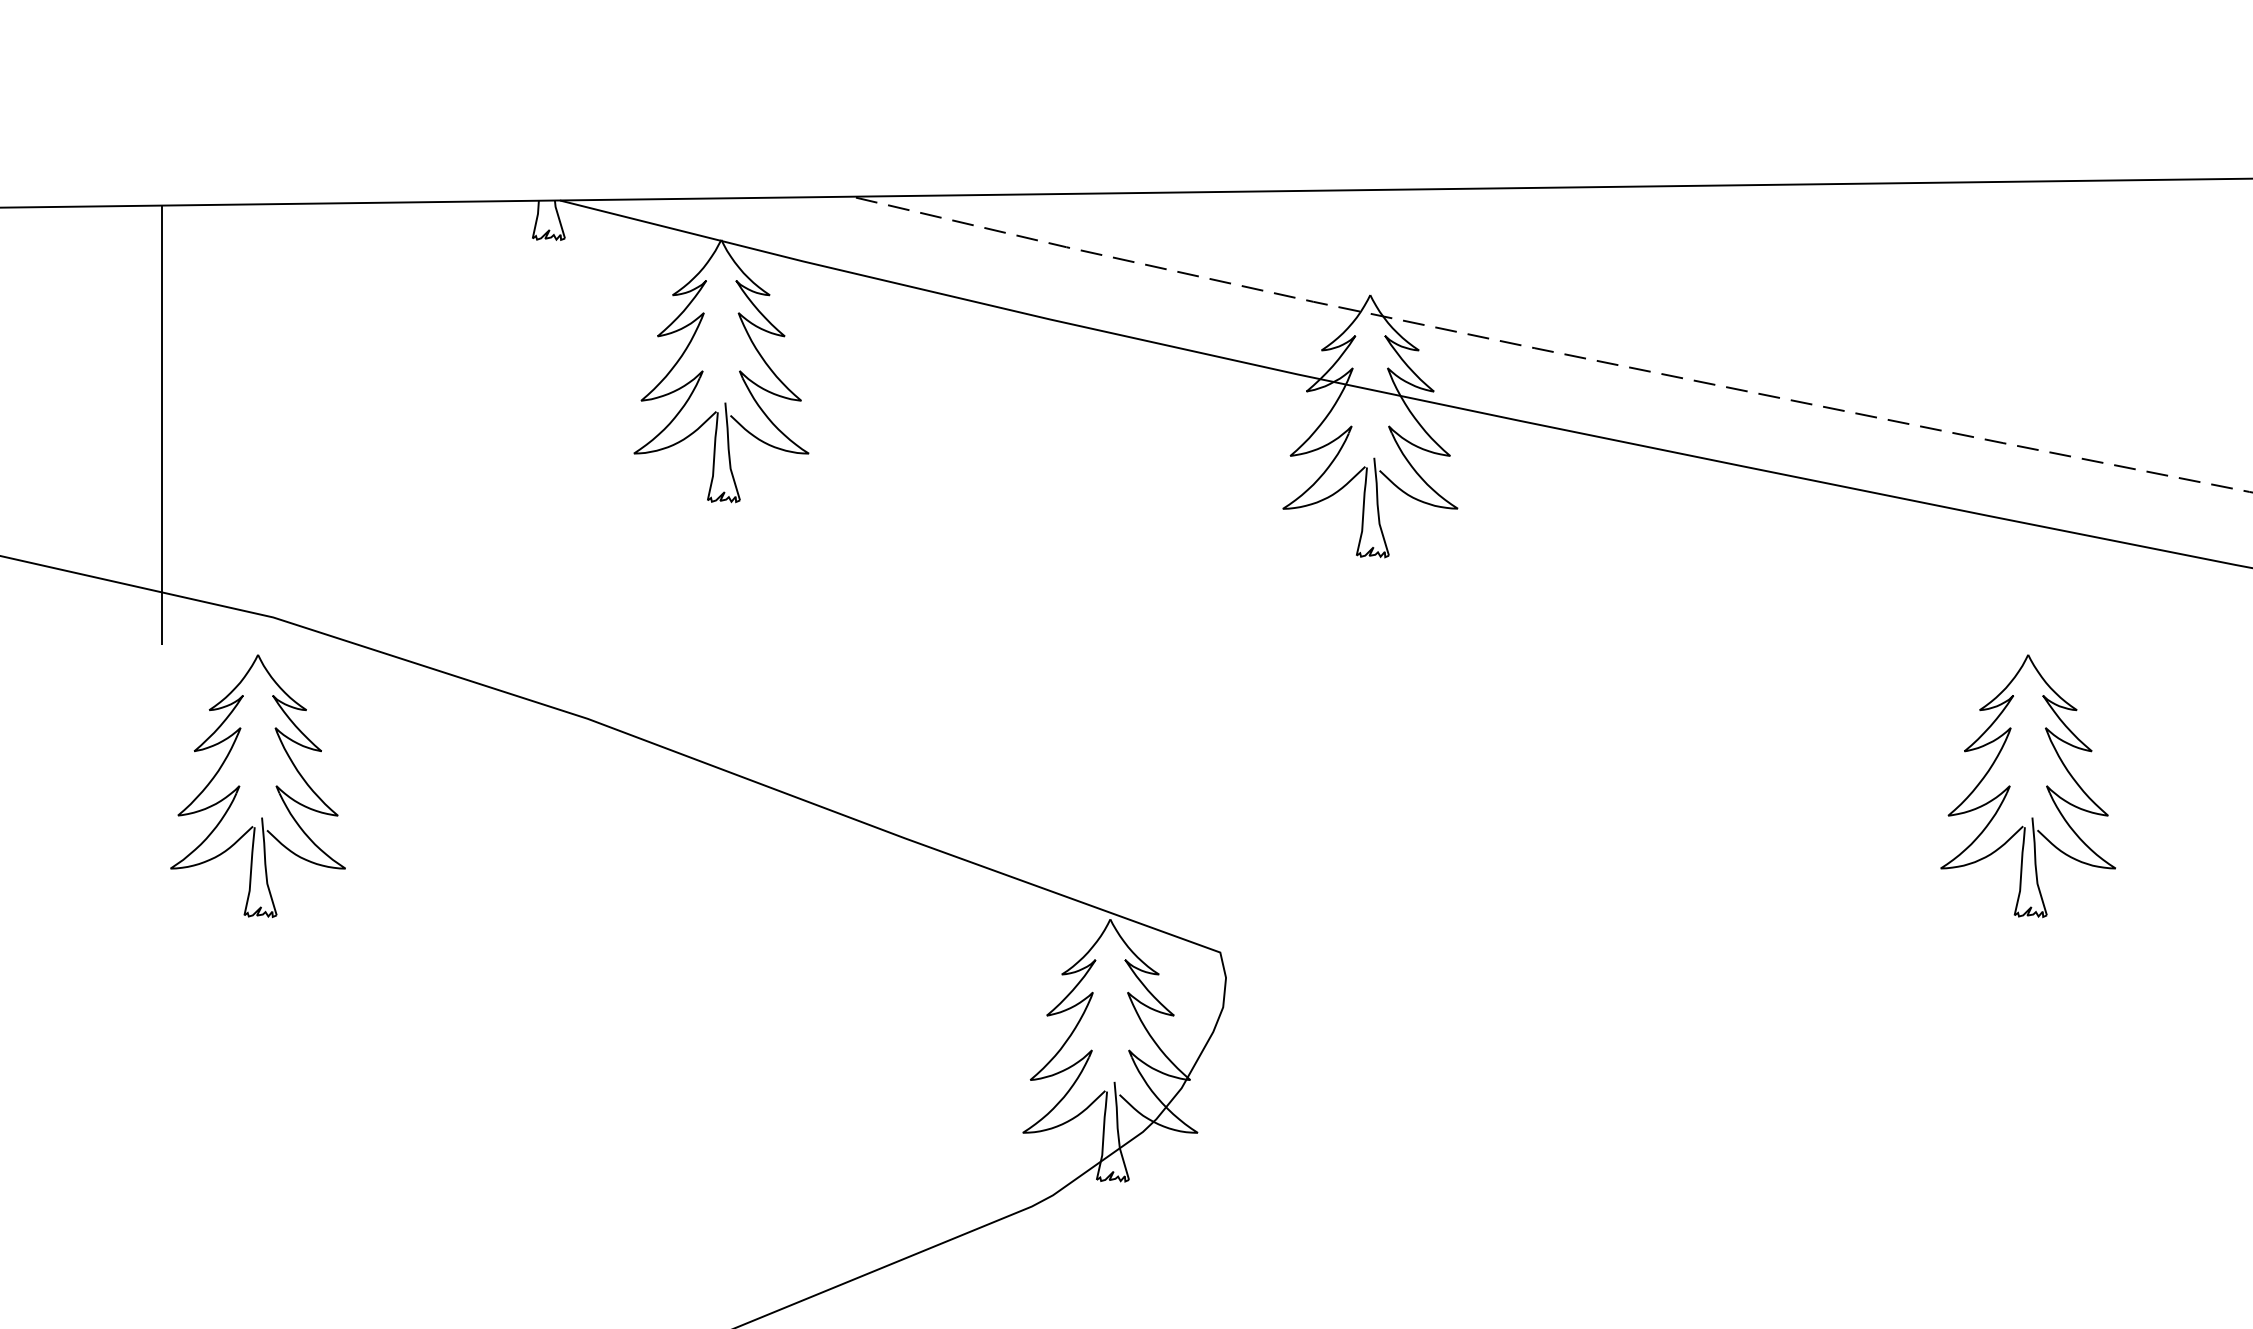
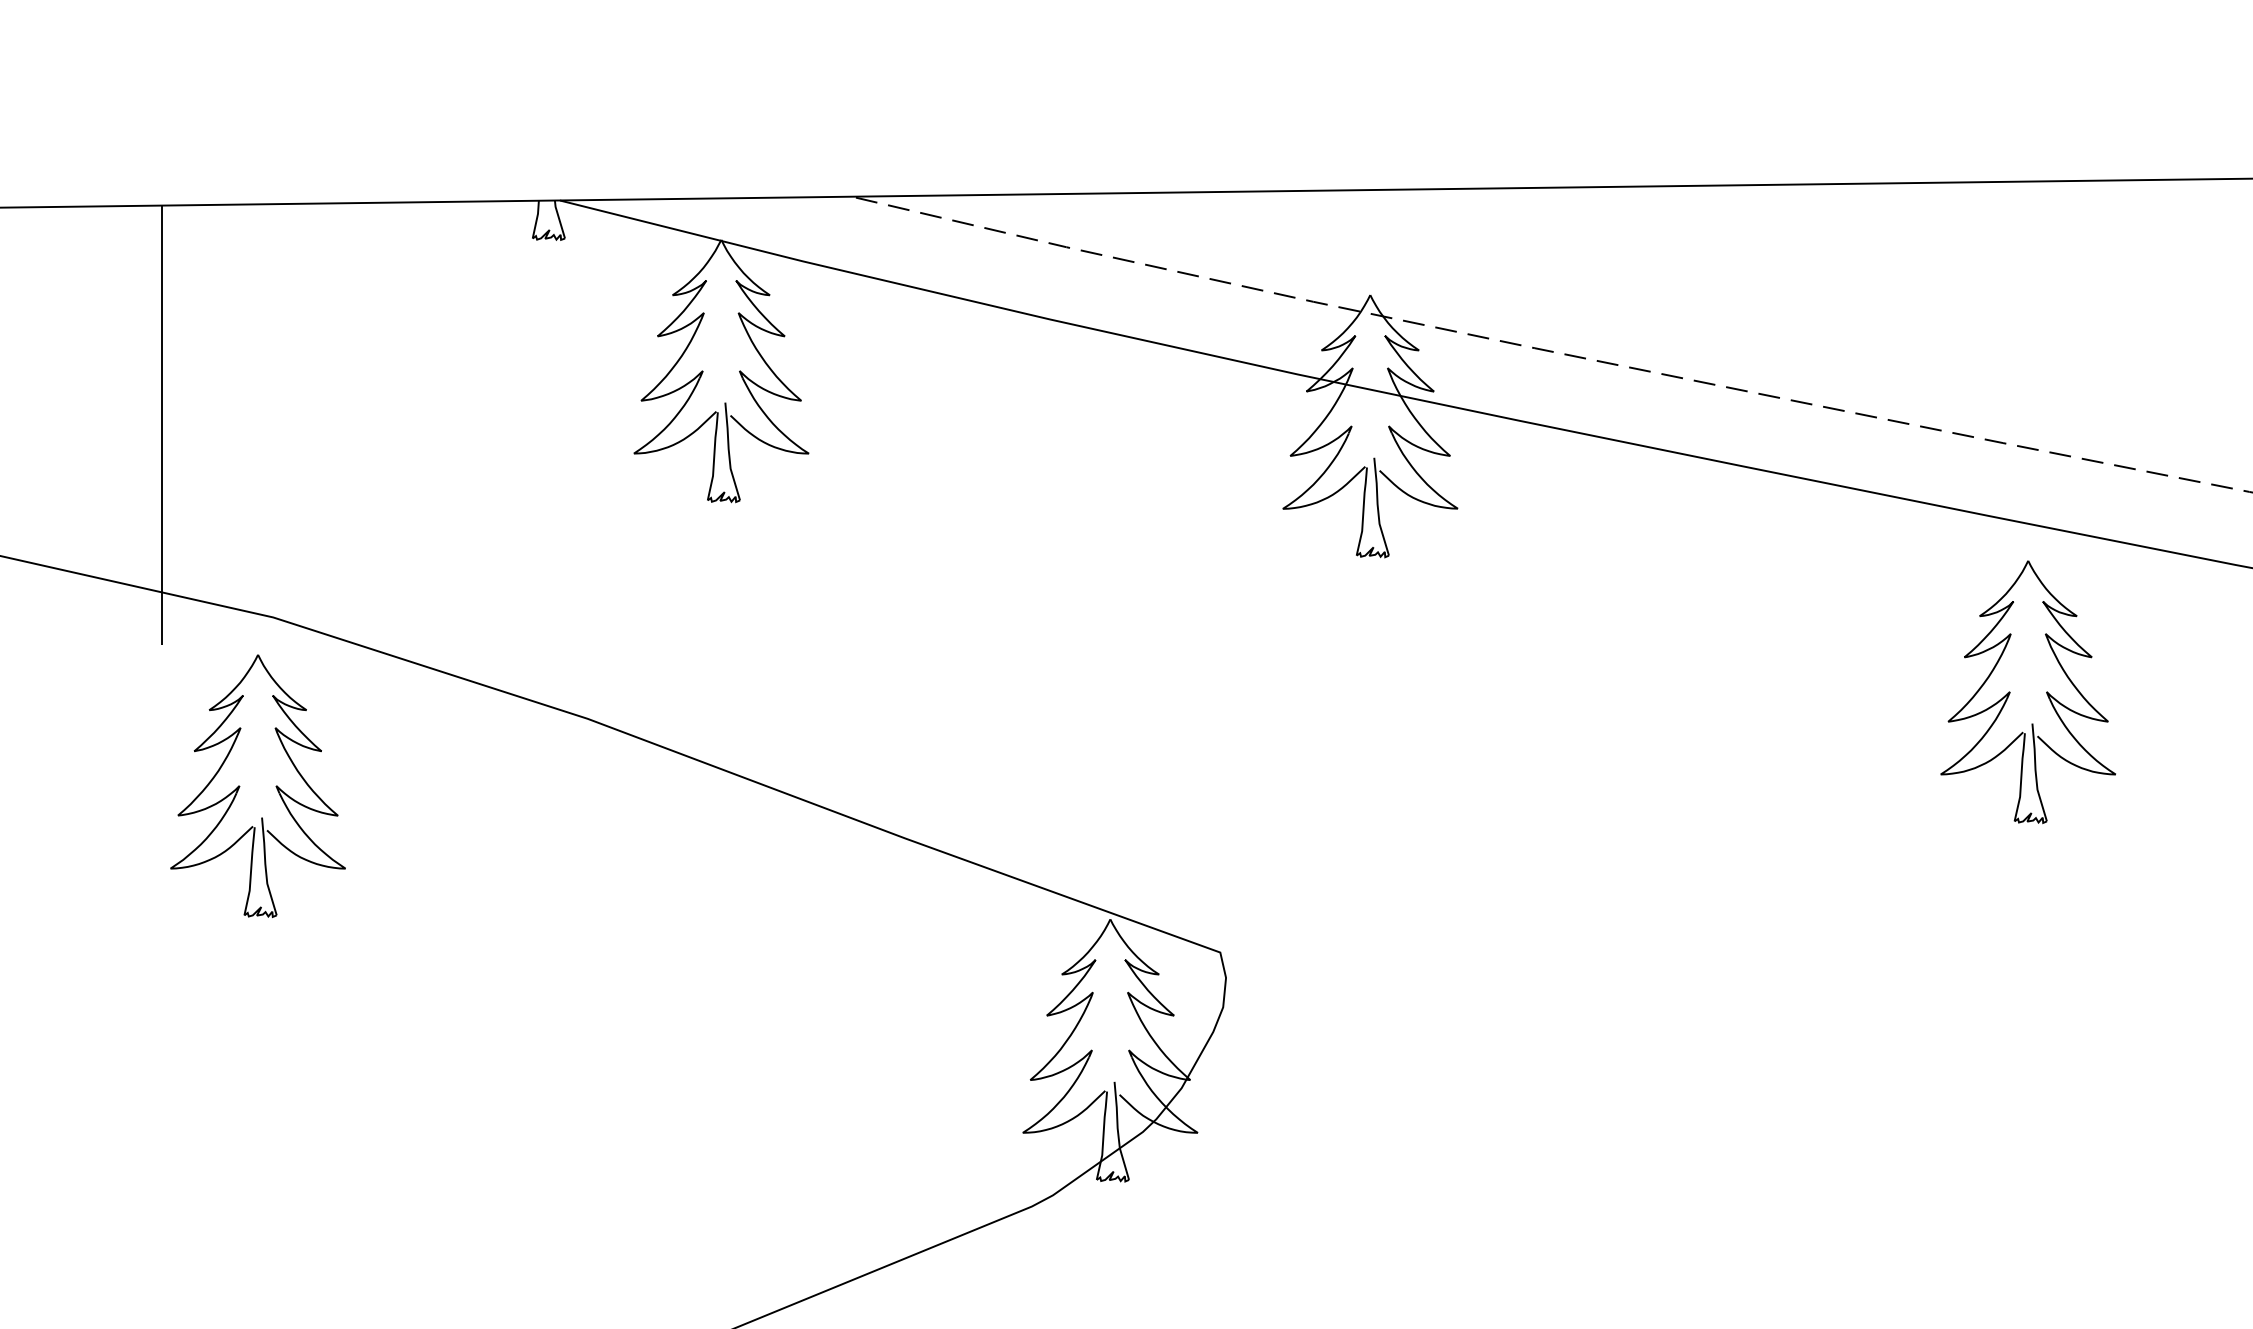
part at (2010, 786) position: (2010, 786) -> (2010, 692)
